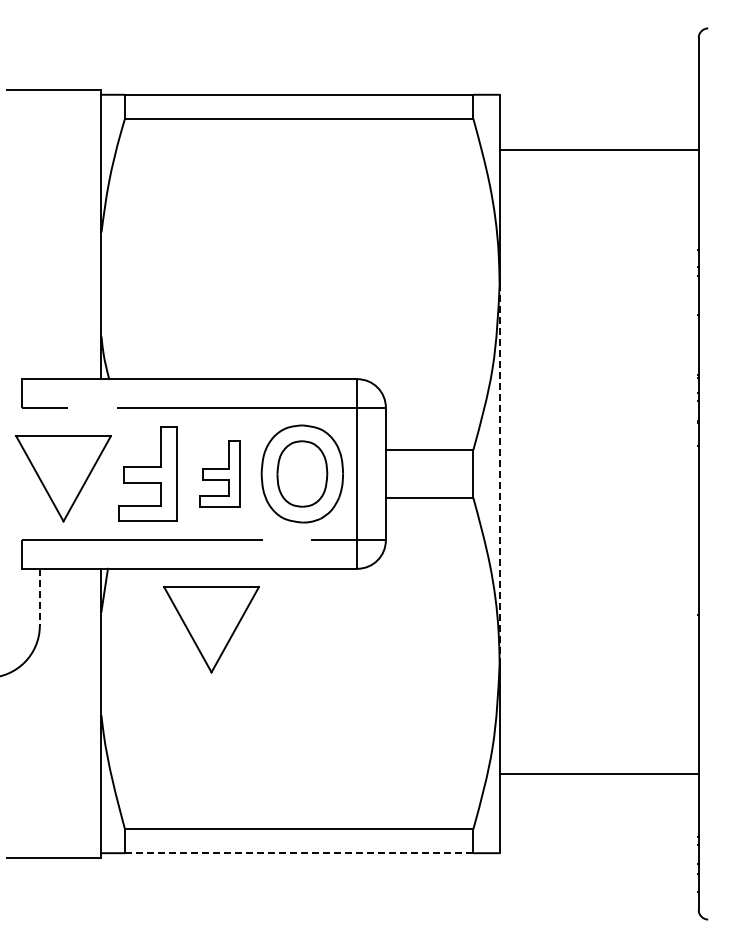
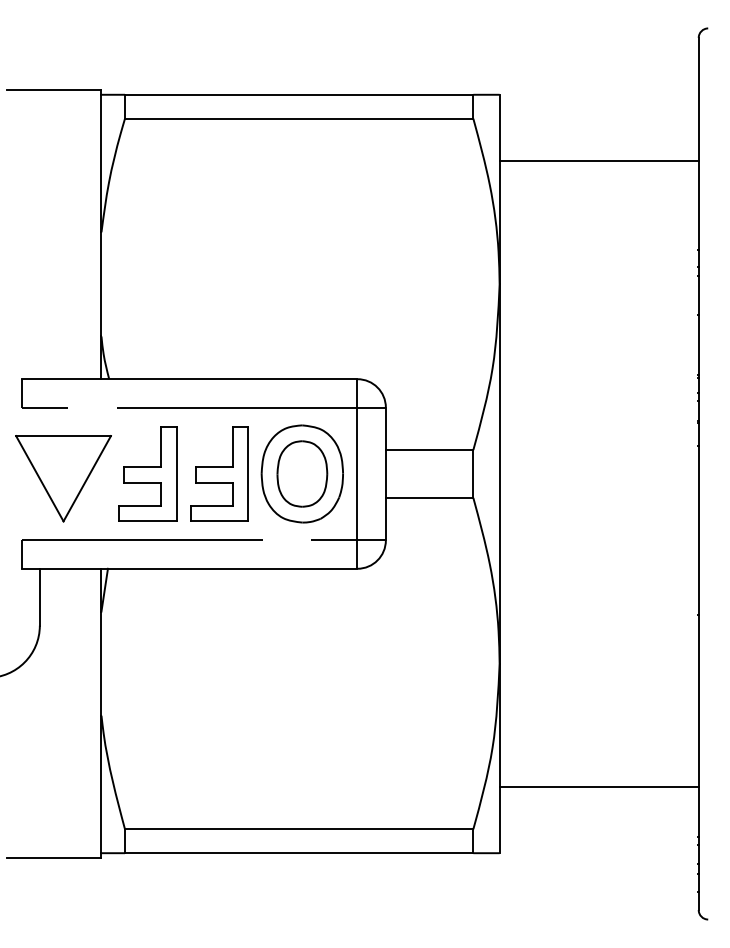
line at (598, 150) position: (598, 150) -> (598, 161)
part at (219, 473) size: 42x68 px -> 59x96 px
line at (499, 473): dashed -> solid
line at (39, 597): dashed -> solid
part at (211, 629): present -> none
line at (598, 773) position: (598, 773) -> (598, 786)
line at (298, 853): dashed -> solid
